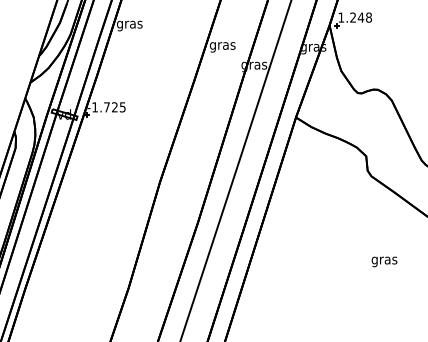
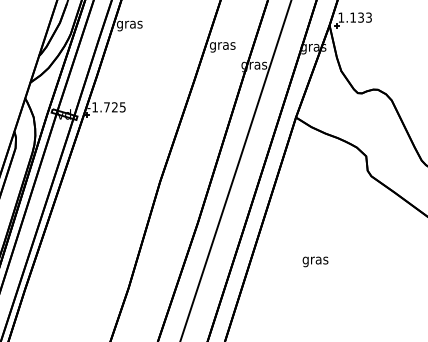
text at (360, 17): 1.248 -> 1.133
text at (384, 261) position: (384, 261) -> (315, 261)
